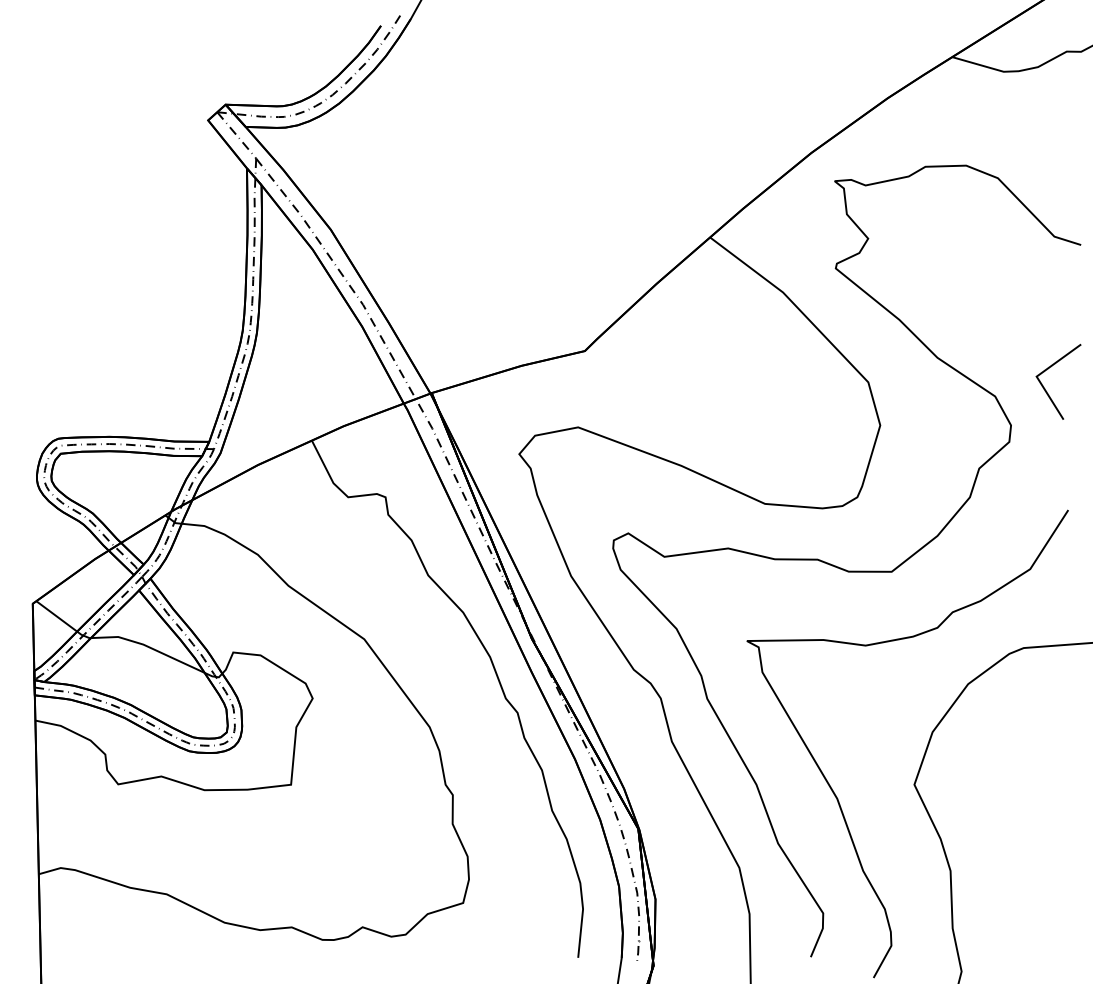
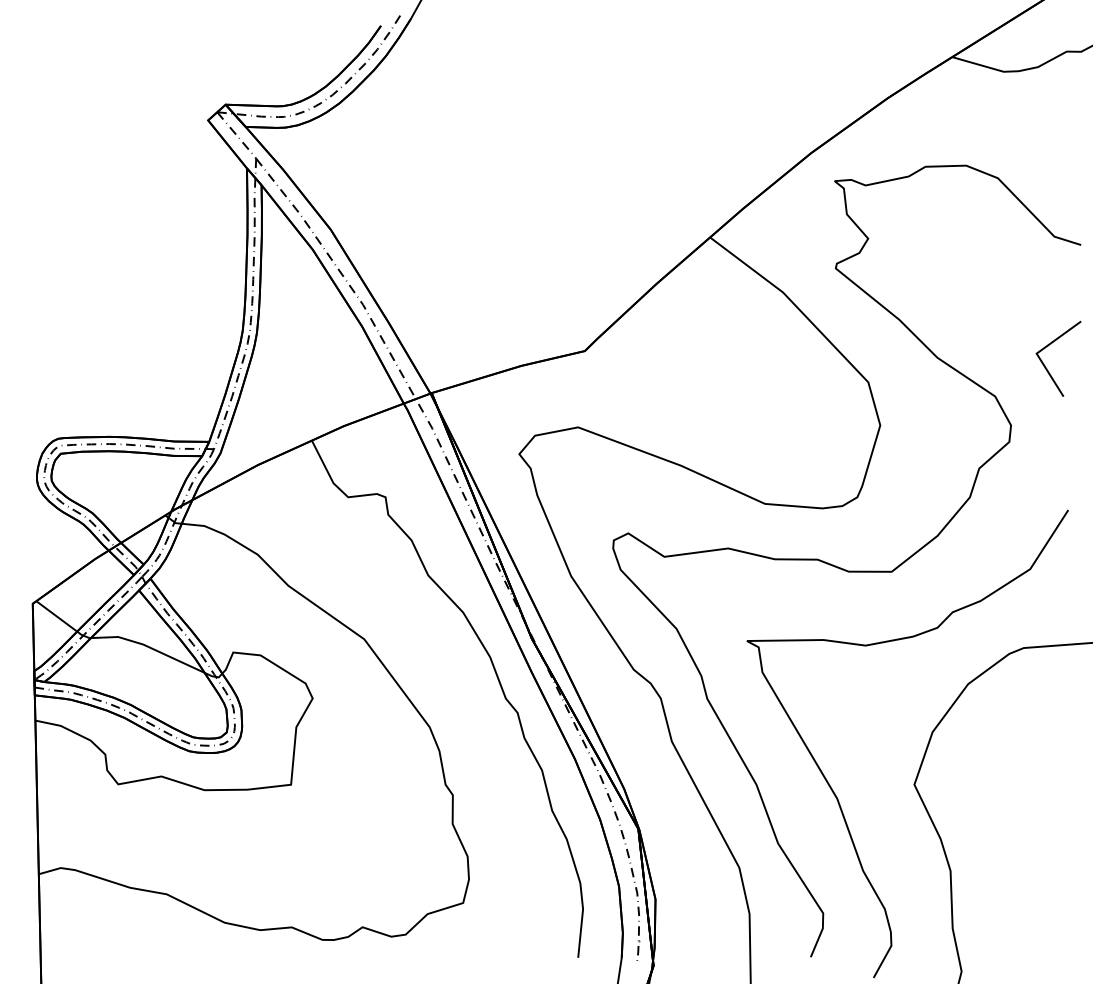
line at (1045, 388) position: (1045, 388) -> (1045, 365)
